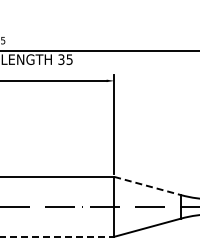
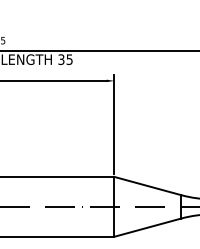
line at (147, 186): dashed -> solid
line at (57, 236): dashed -> solid
